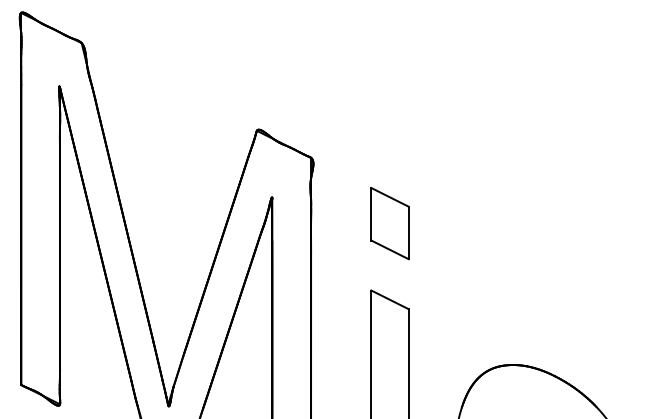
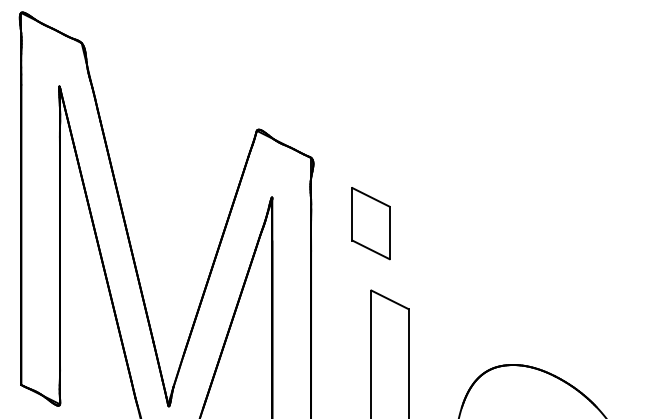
part at (389, 223) position: (389, 223) -> (370, 223)
